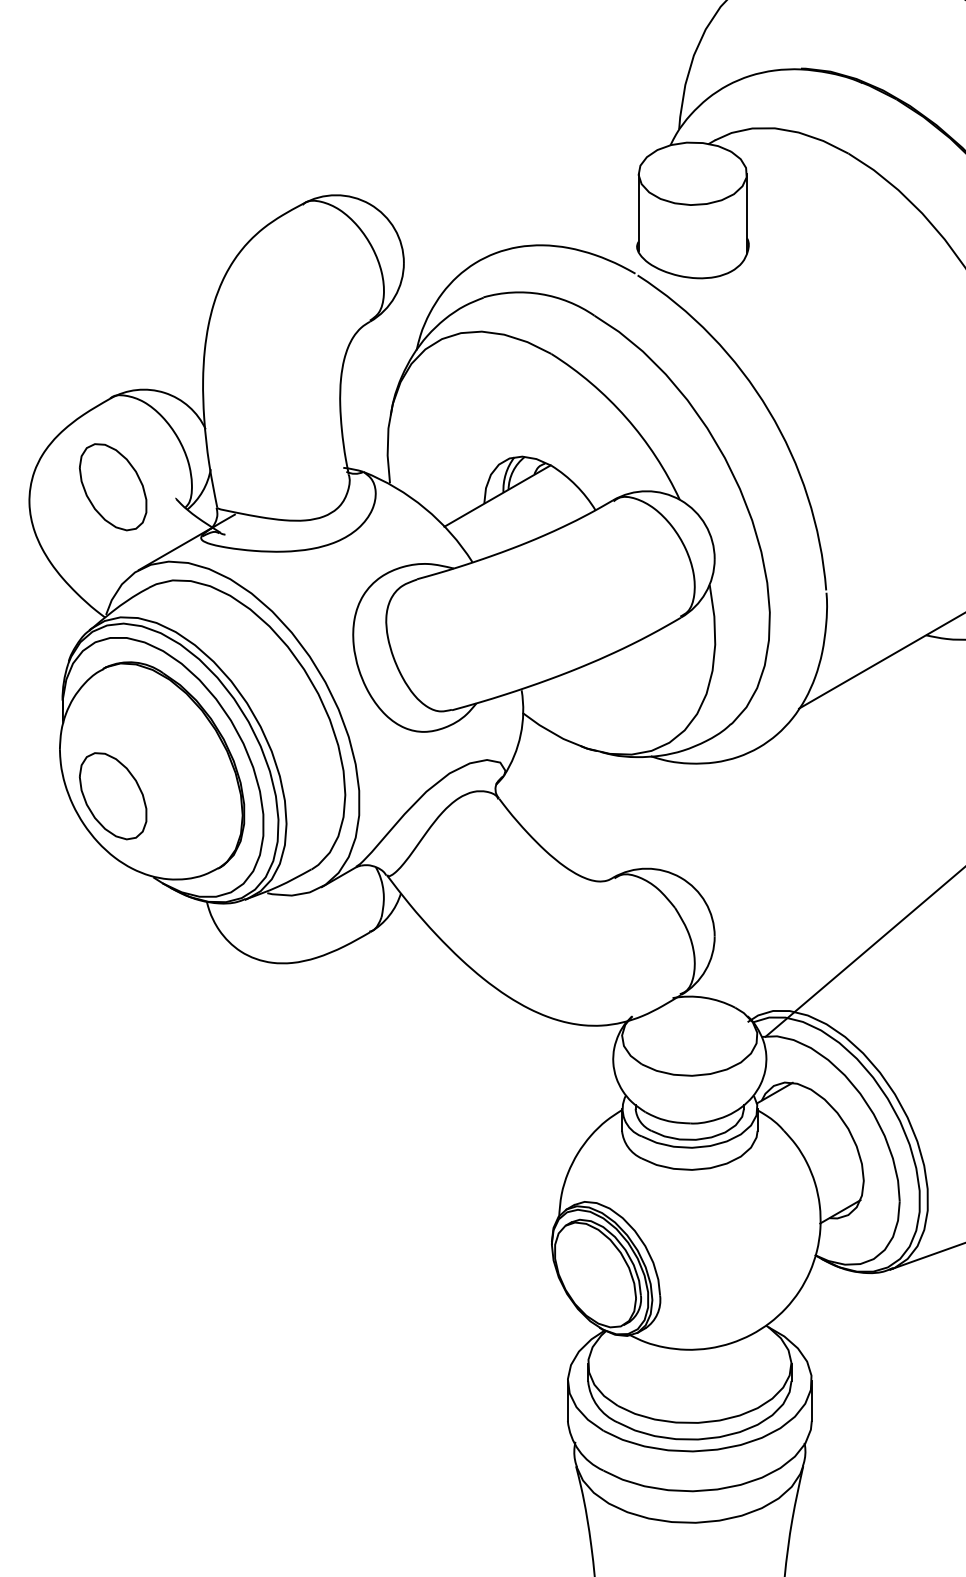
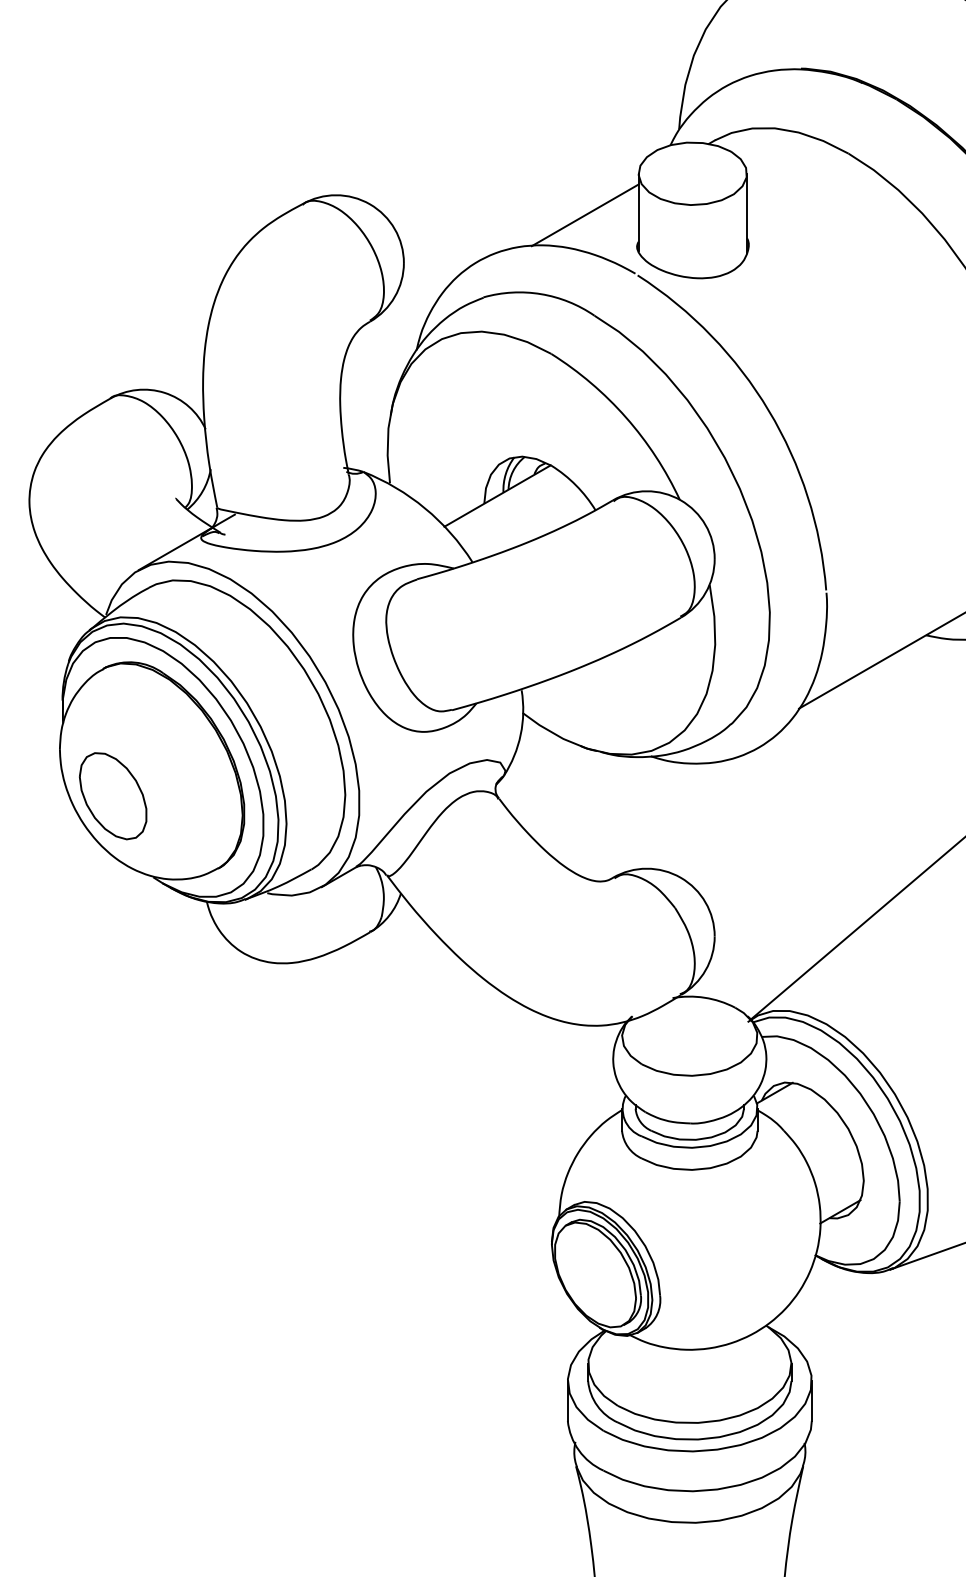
line at (584, 215): none -> present
part at (113, 487): present -> none
line at (863, 952) position: (863, 952) -> (856, 929)
